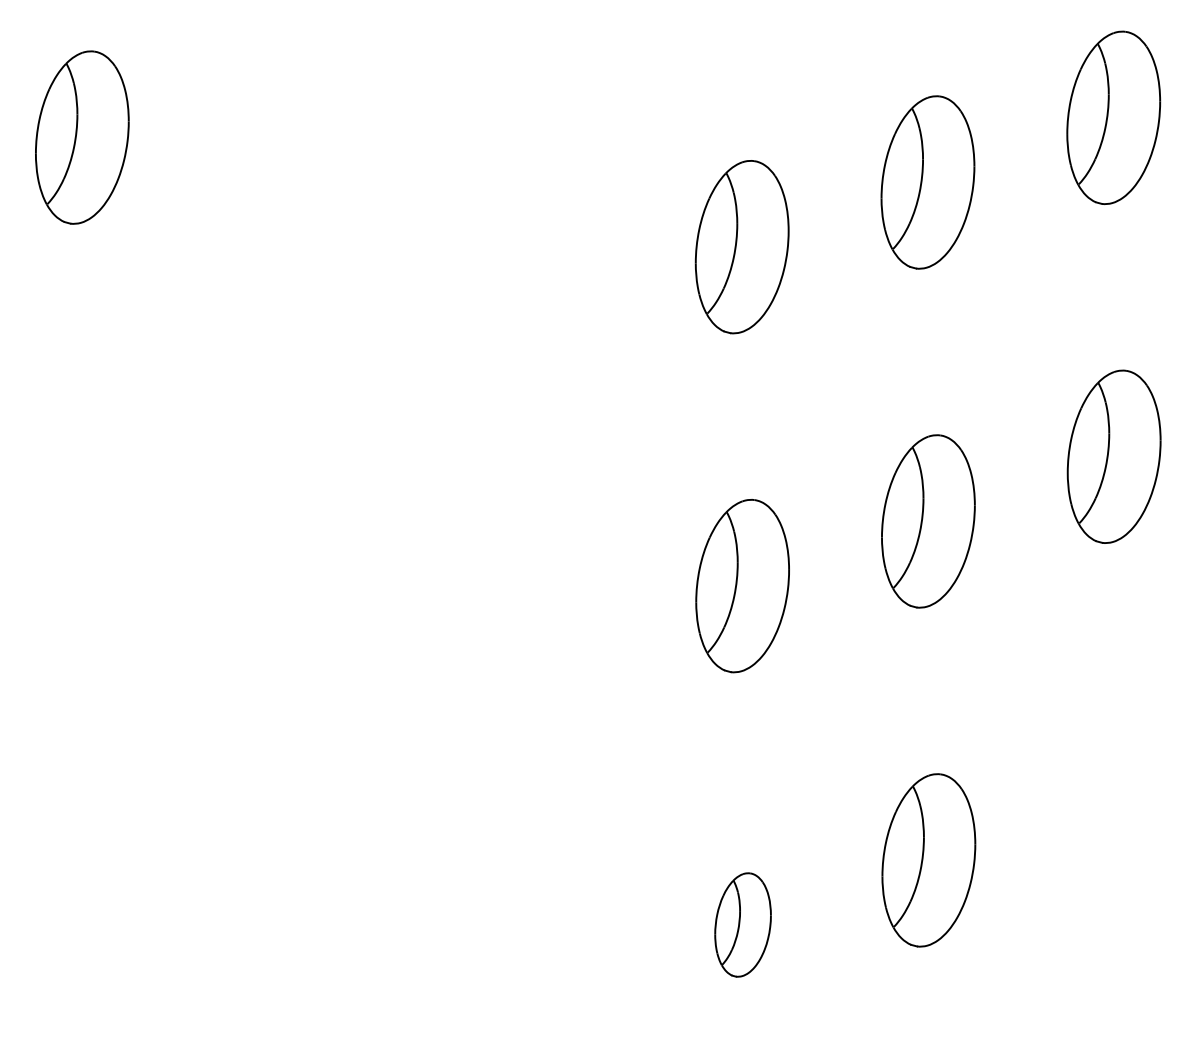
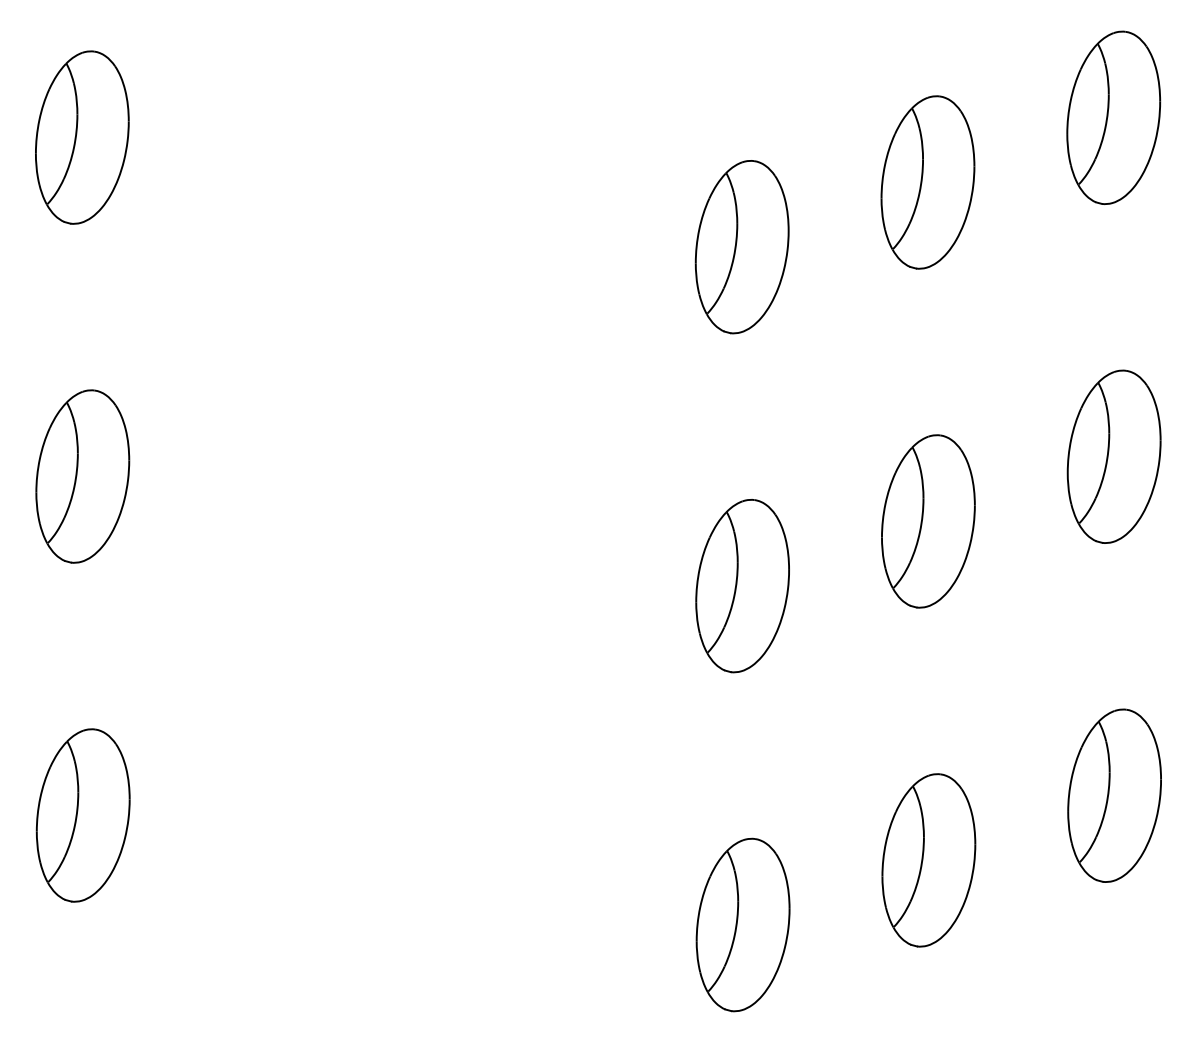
part at (82, 476): none -> present
part at (1114, 795): none -> present
part at (82, 815): none -> present
part at (742, 924) size: 58x106 px -> 96x176 px
